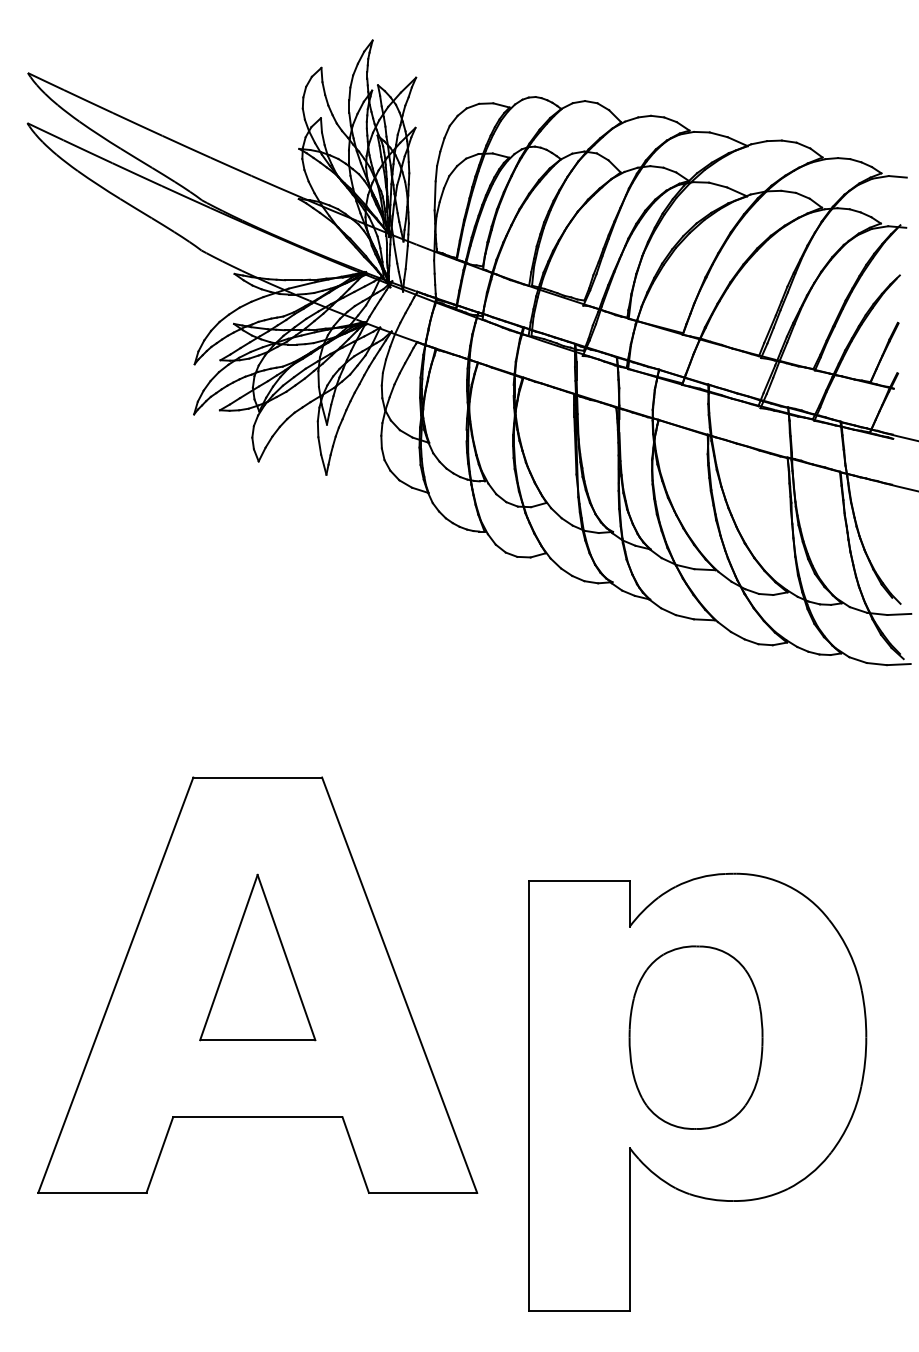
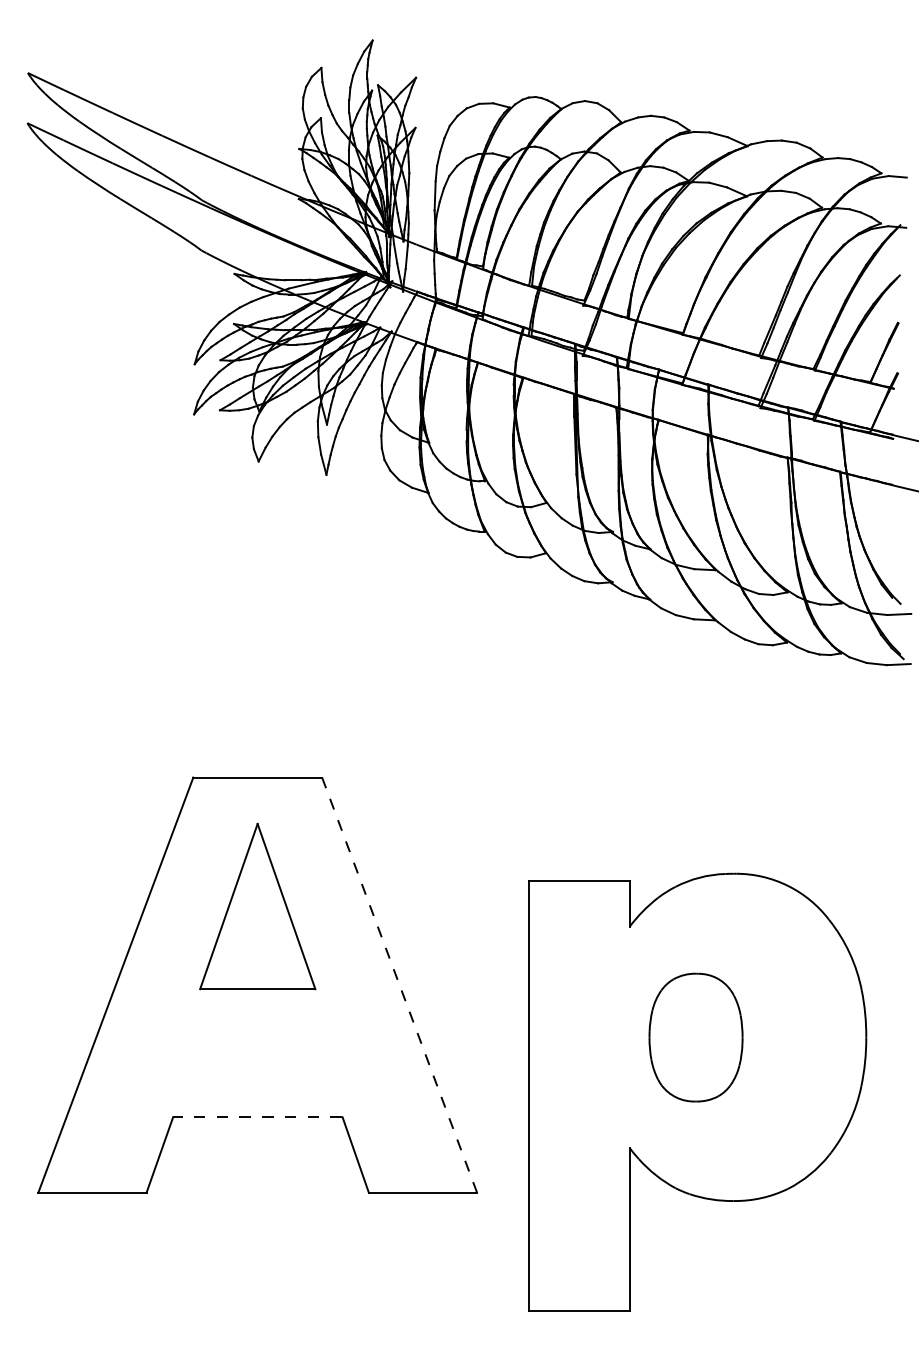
part at (257, 957) position: (257, 957) -> (257, 906)
line at (399, 985): solid -> dashed
part at (695, 1037) size: 136x185 px -> 96x131 px
line at (256, 1117): solid -> dashed
